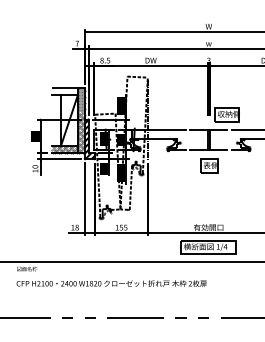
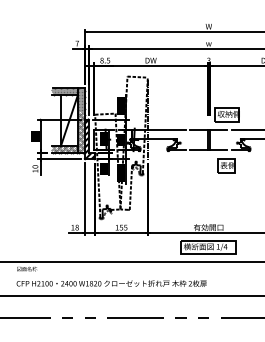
hatch at (64, 91): none -> present
part at (209, 165) position: (209, 165) -> (226, 165)
line at (131, 295): none -> present
